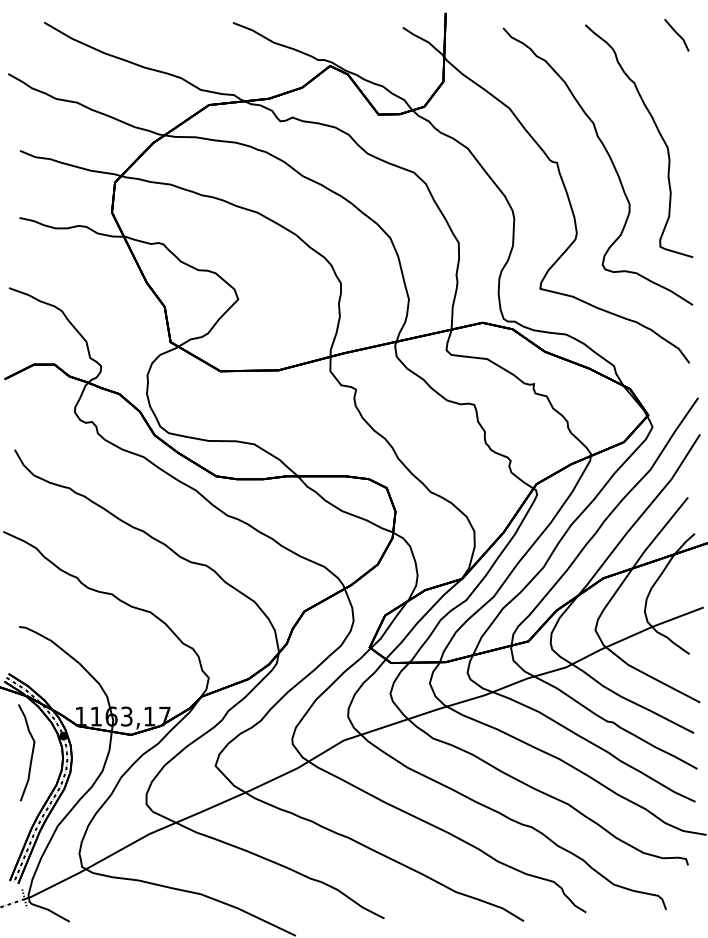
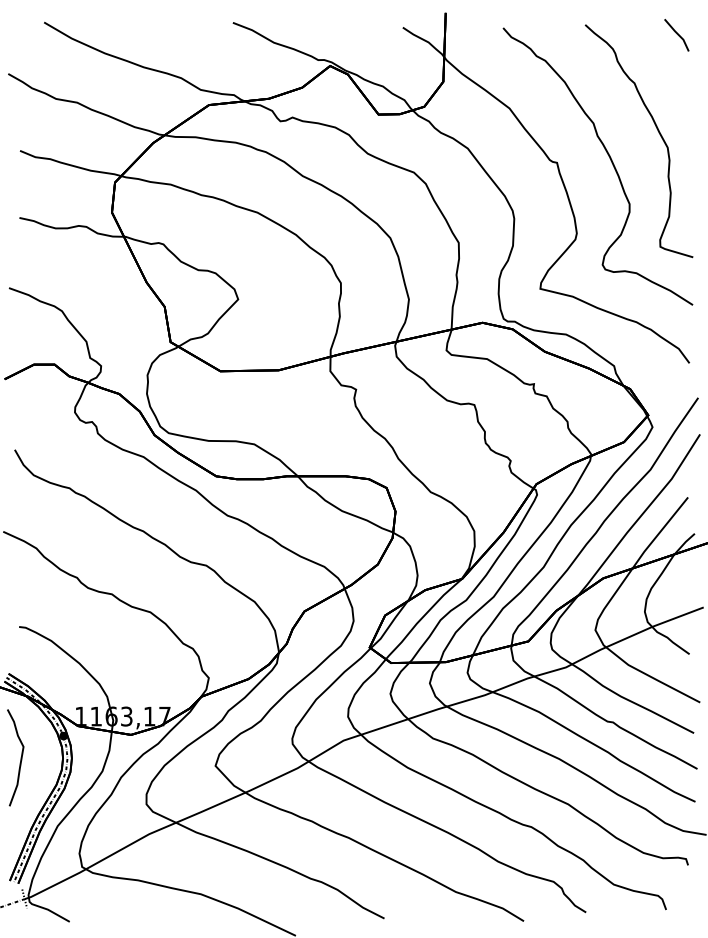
curve at (31, 752) position: (31, 752) -> (20, 757)
